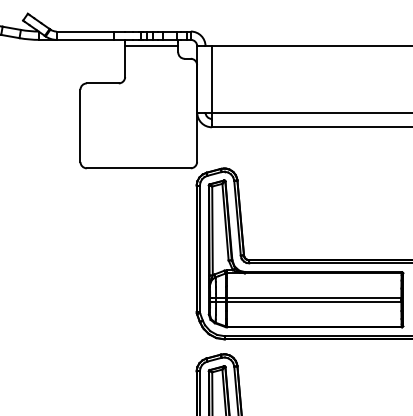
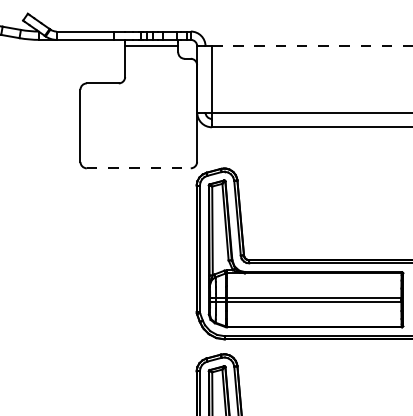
line at (312, 46): solid -> dashed
line at (138, 168): solid -> dashed
